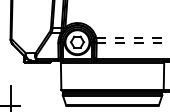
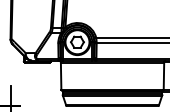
line at (133, 37): dashed -> solid
line at (133, 43): dashed -> solid
